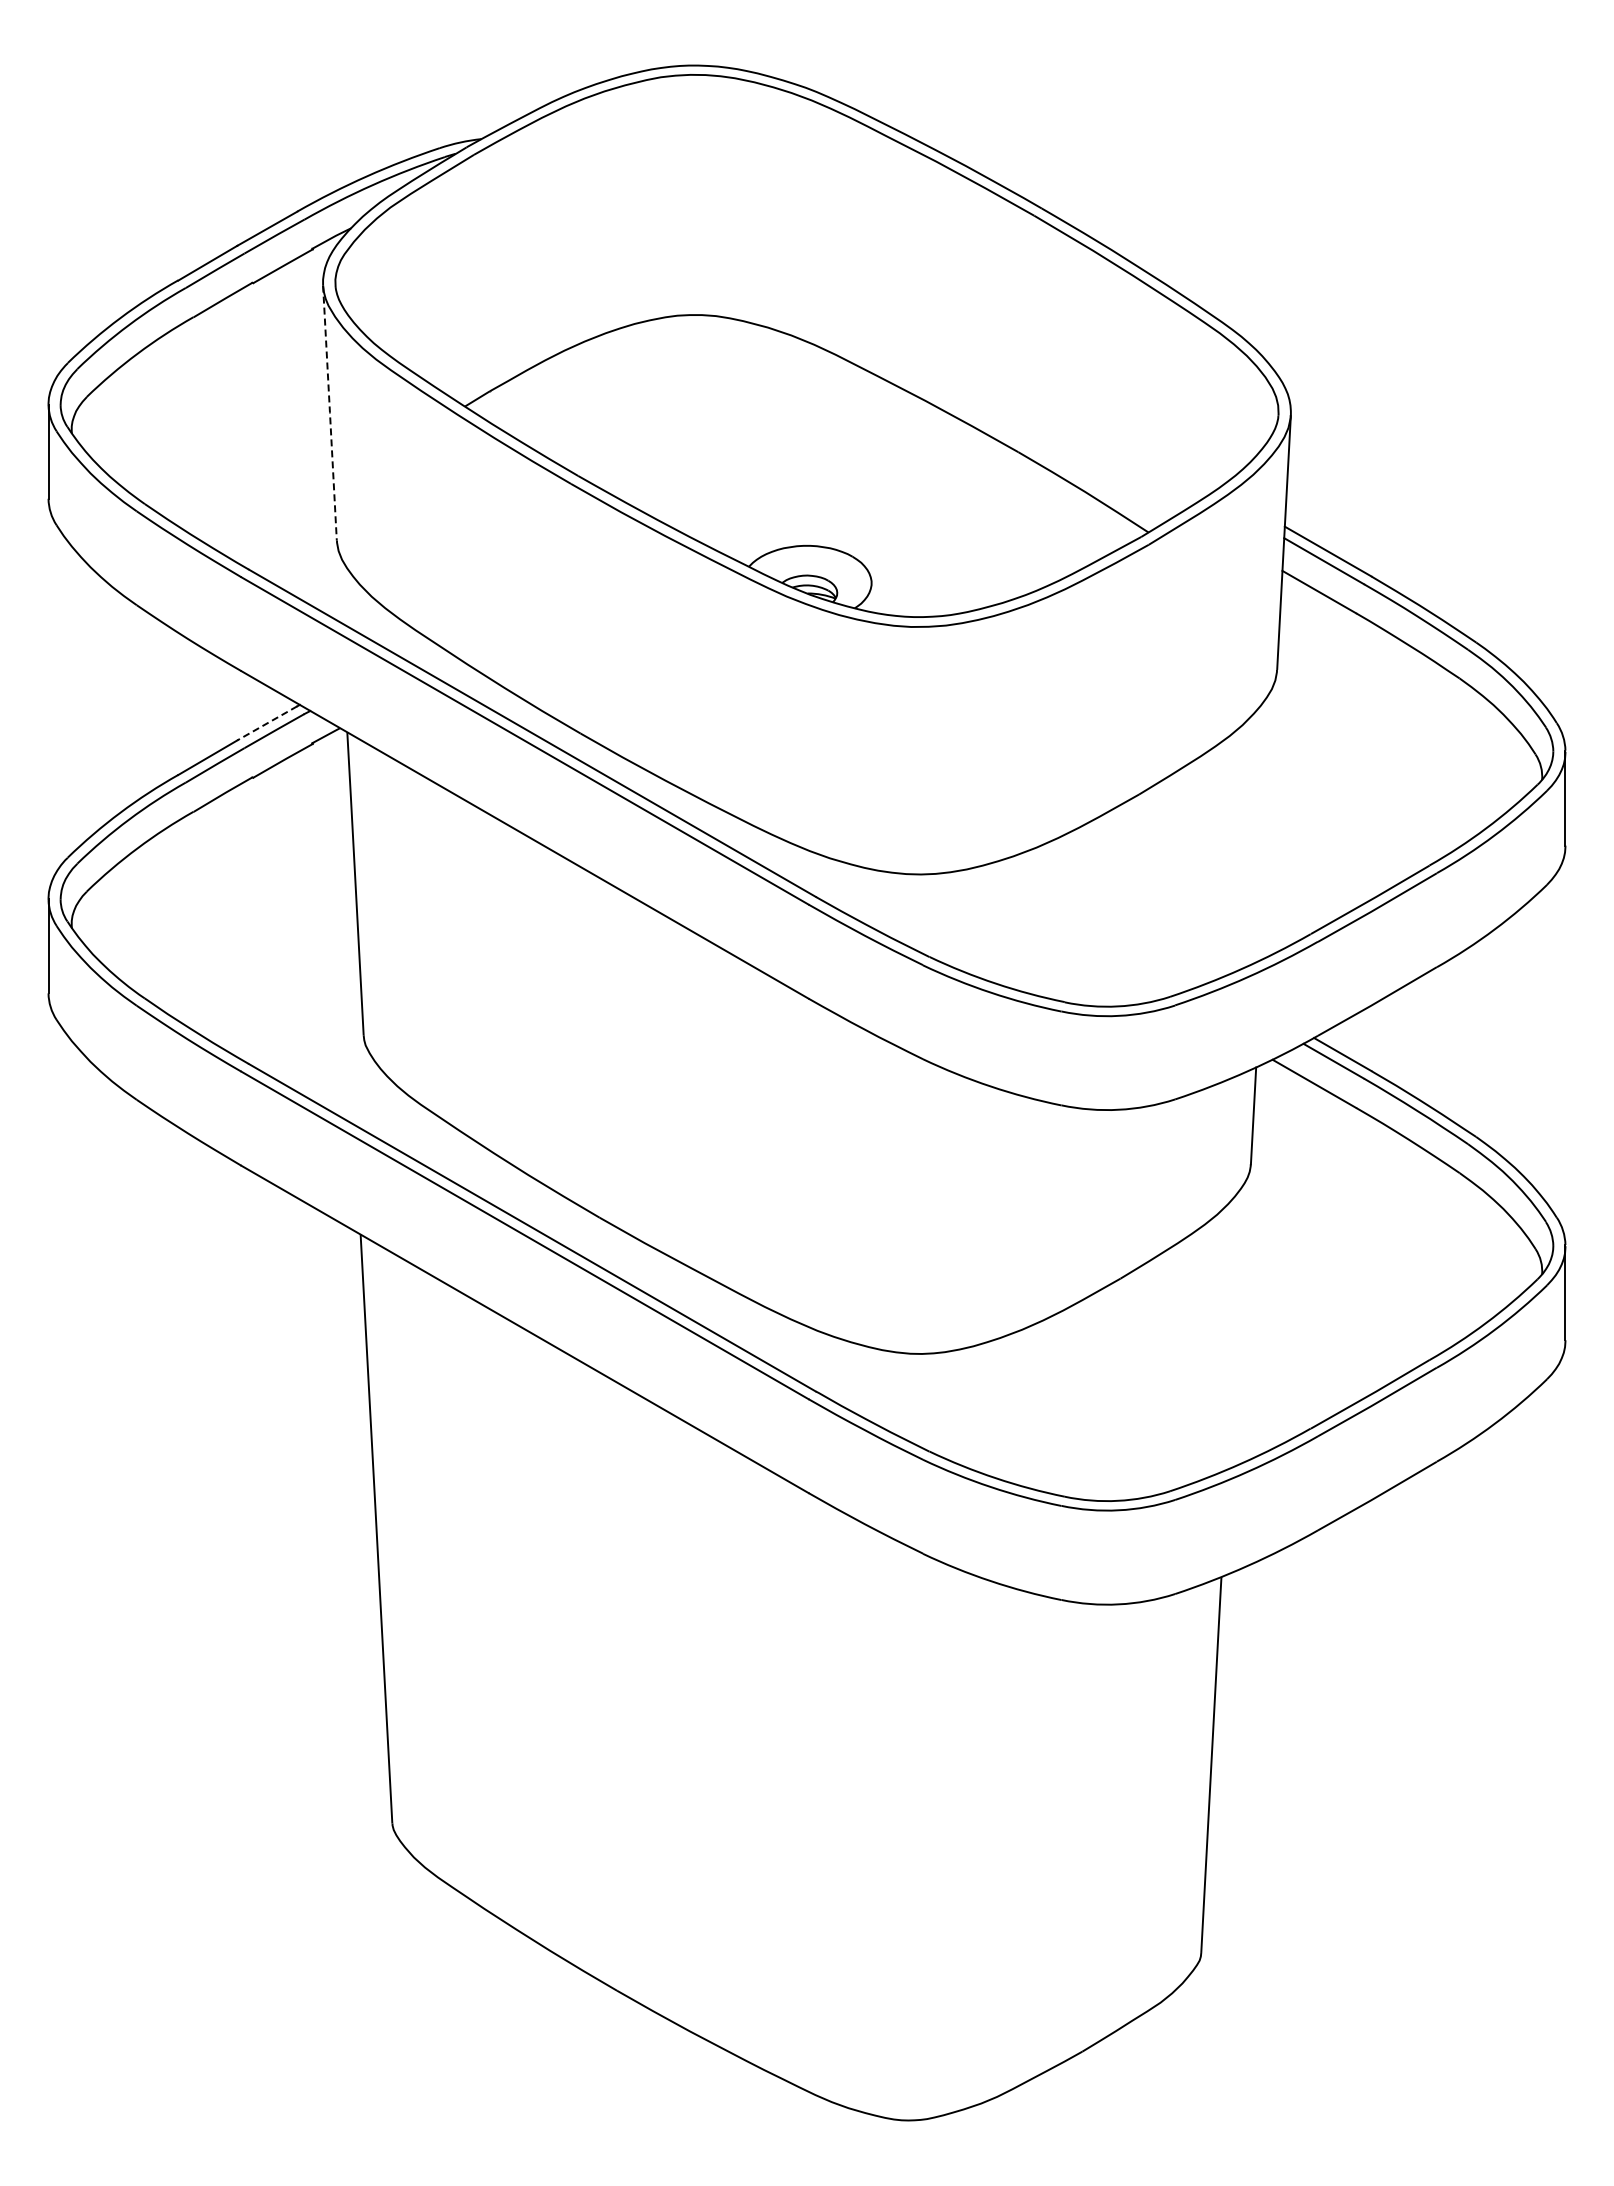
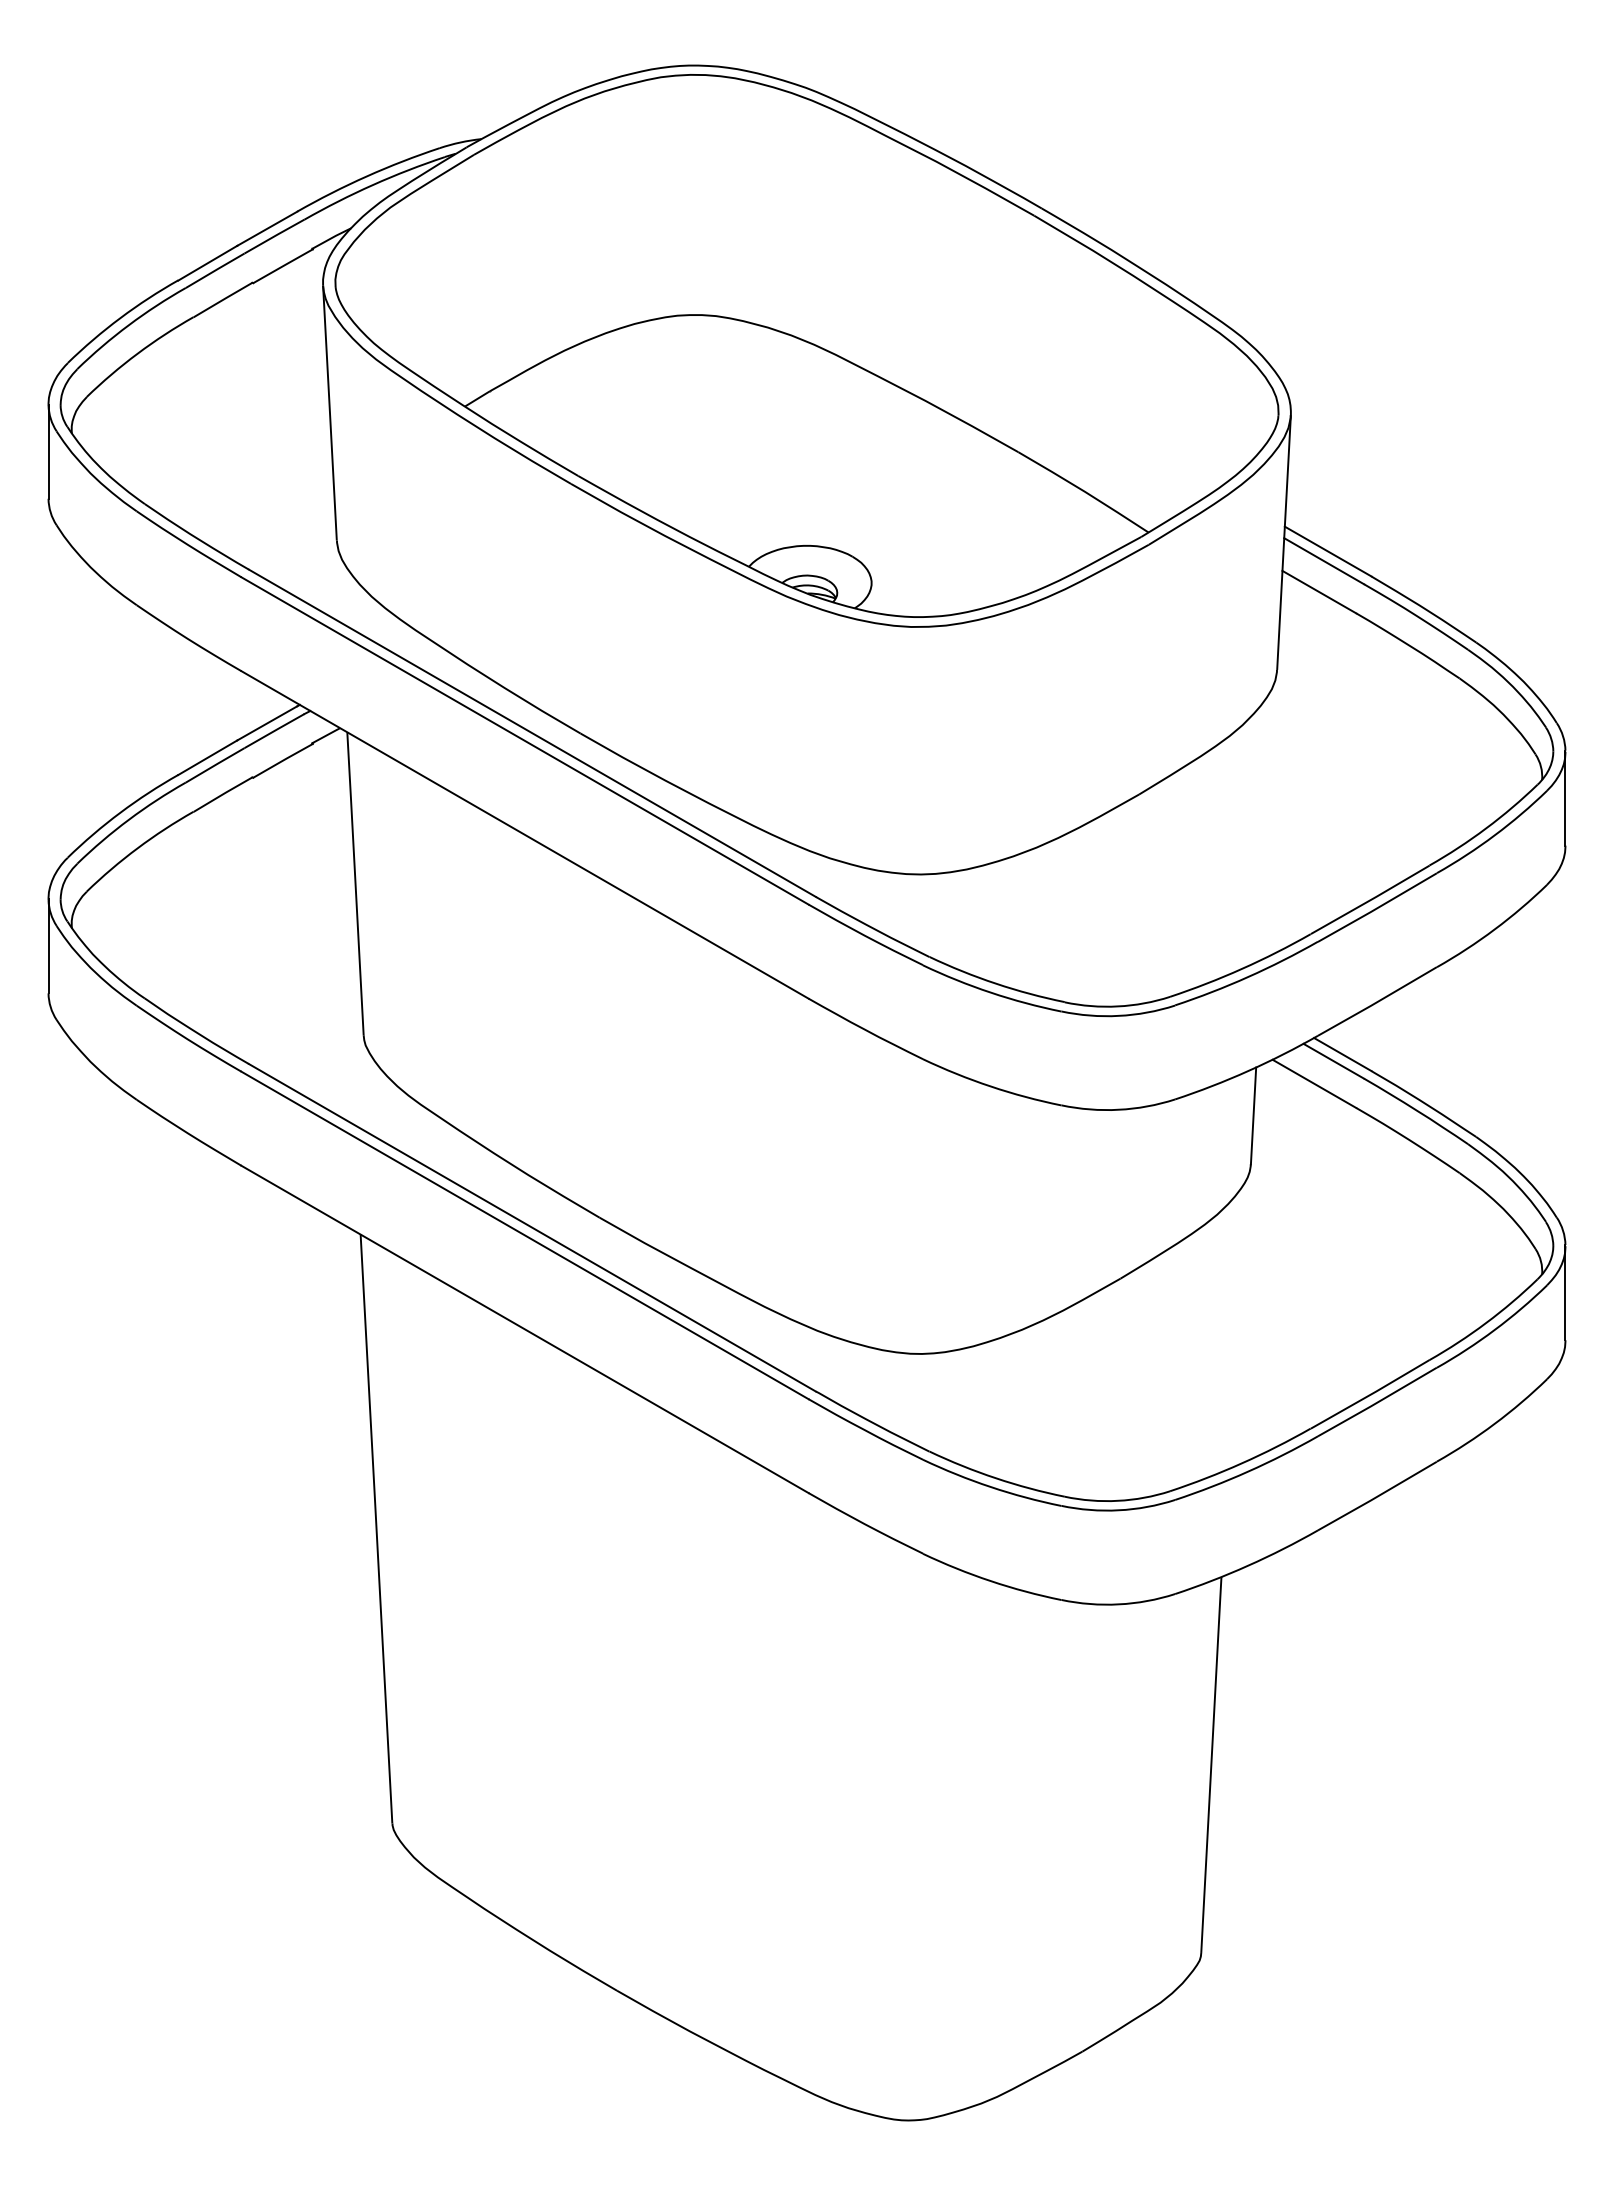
line at (330, 413): dashed -> solid
line at (266, 723): dashed -> solid
